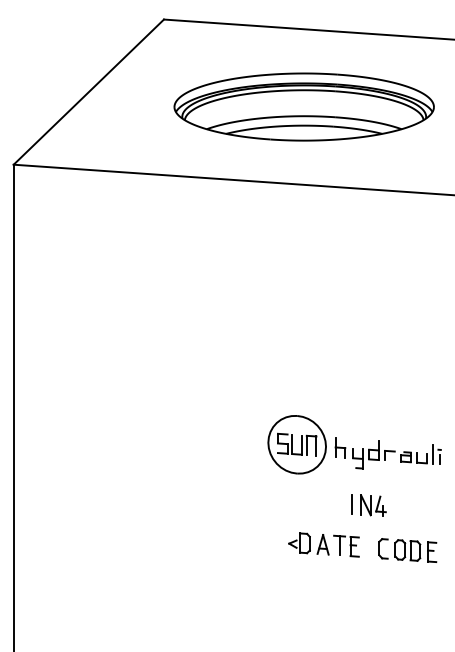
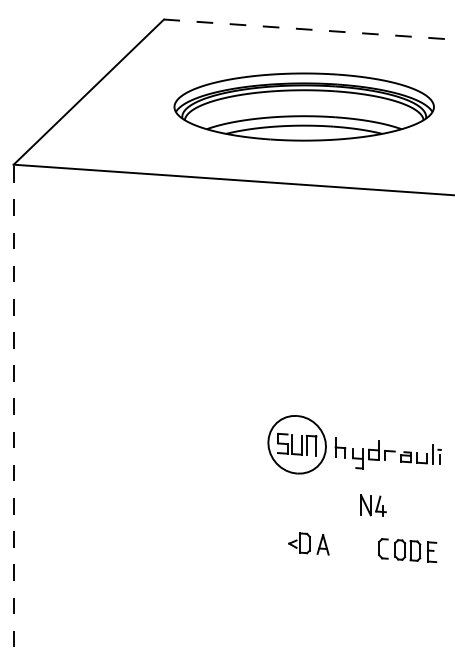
line at (308, 29): solid -> dashed
line at (13, 407): solid -> dashed
line at (351, 504): present -> none
part at (346, 545): present -> none
